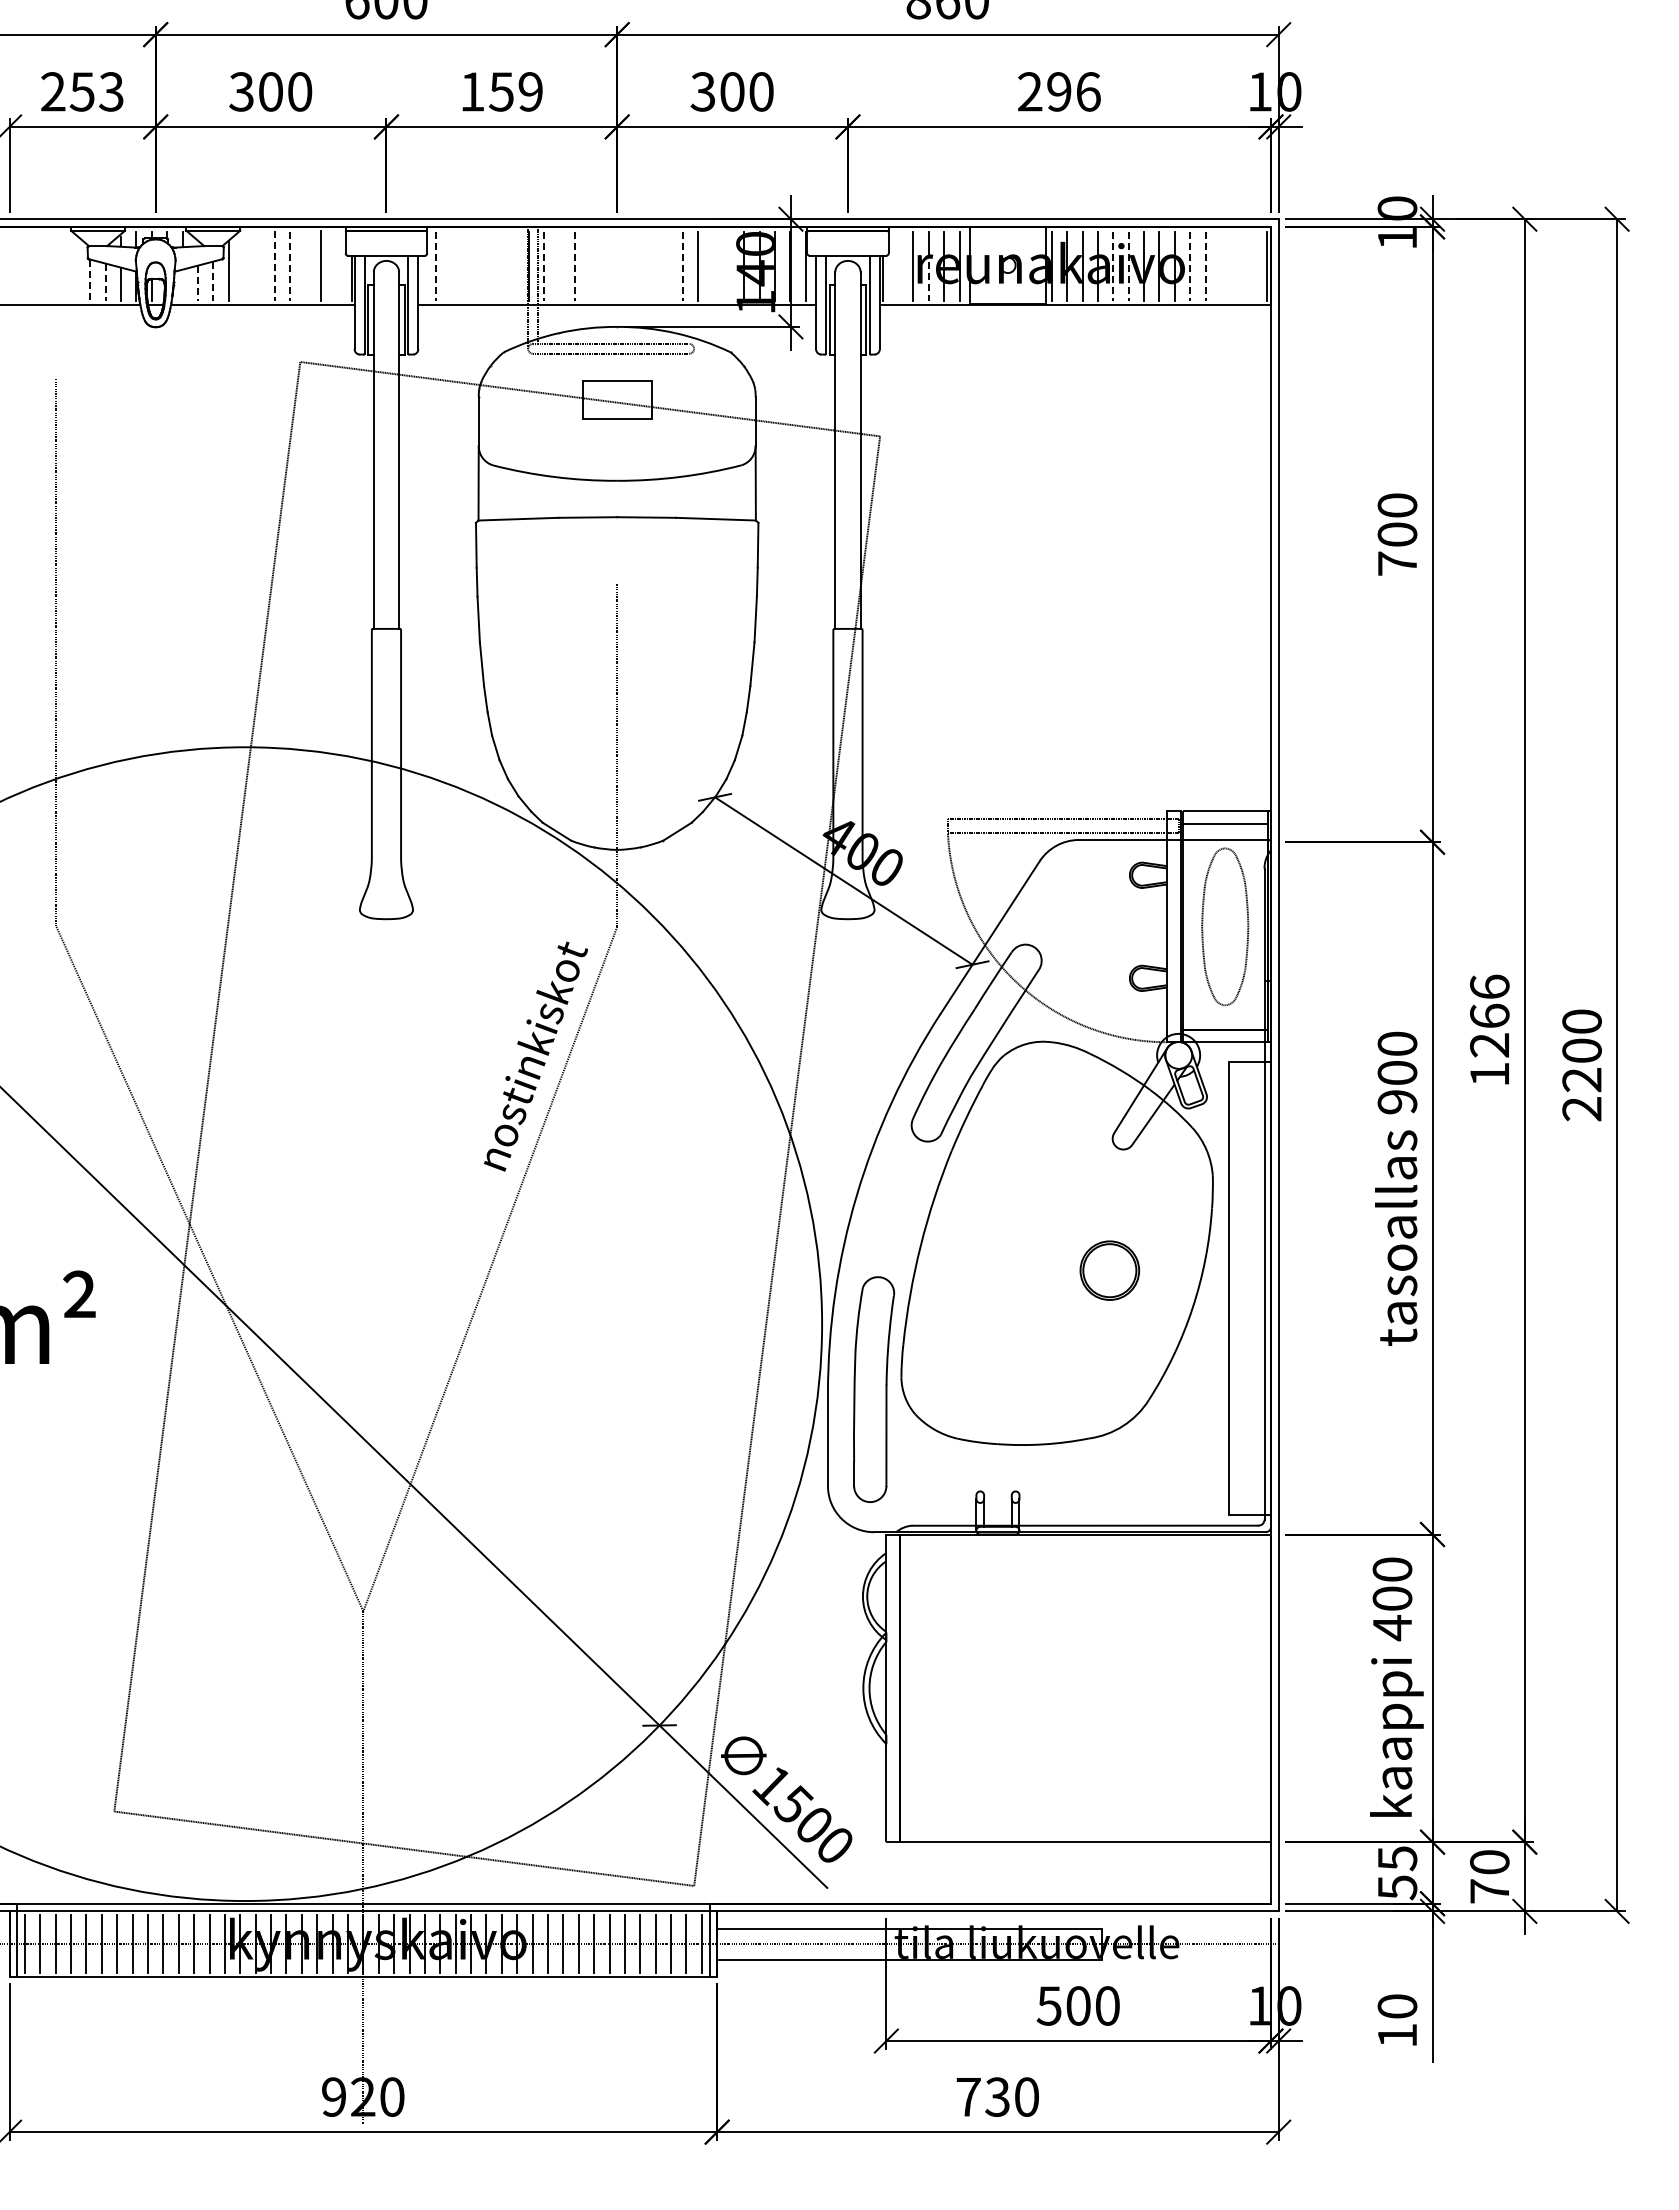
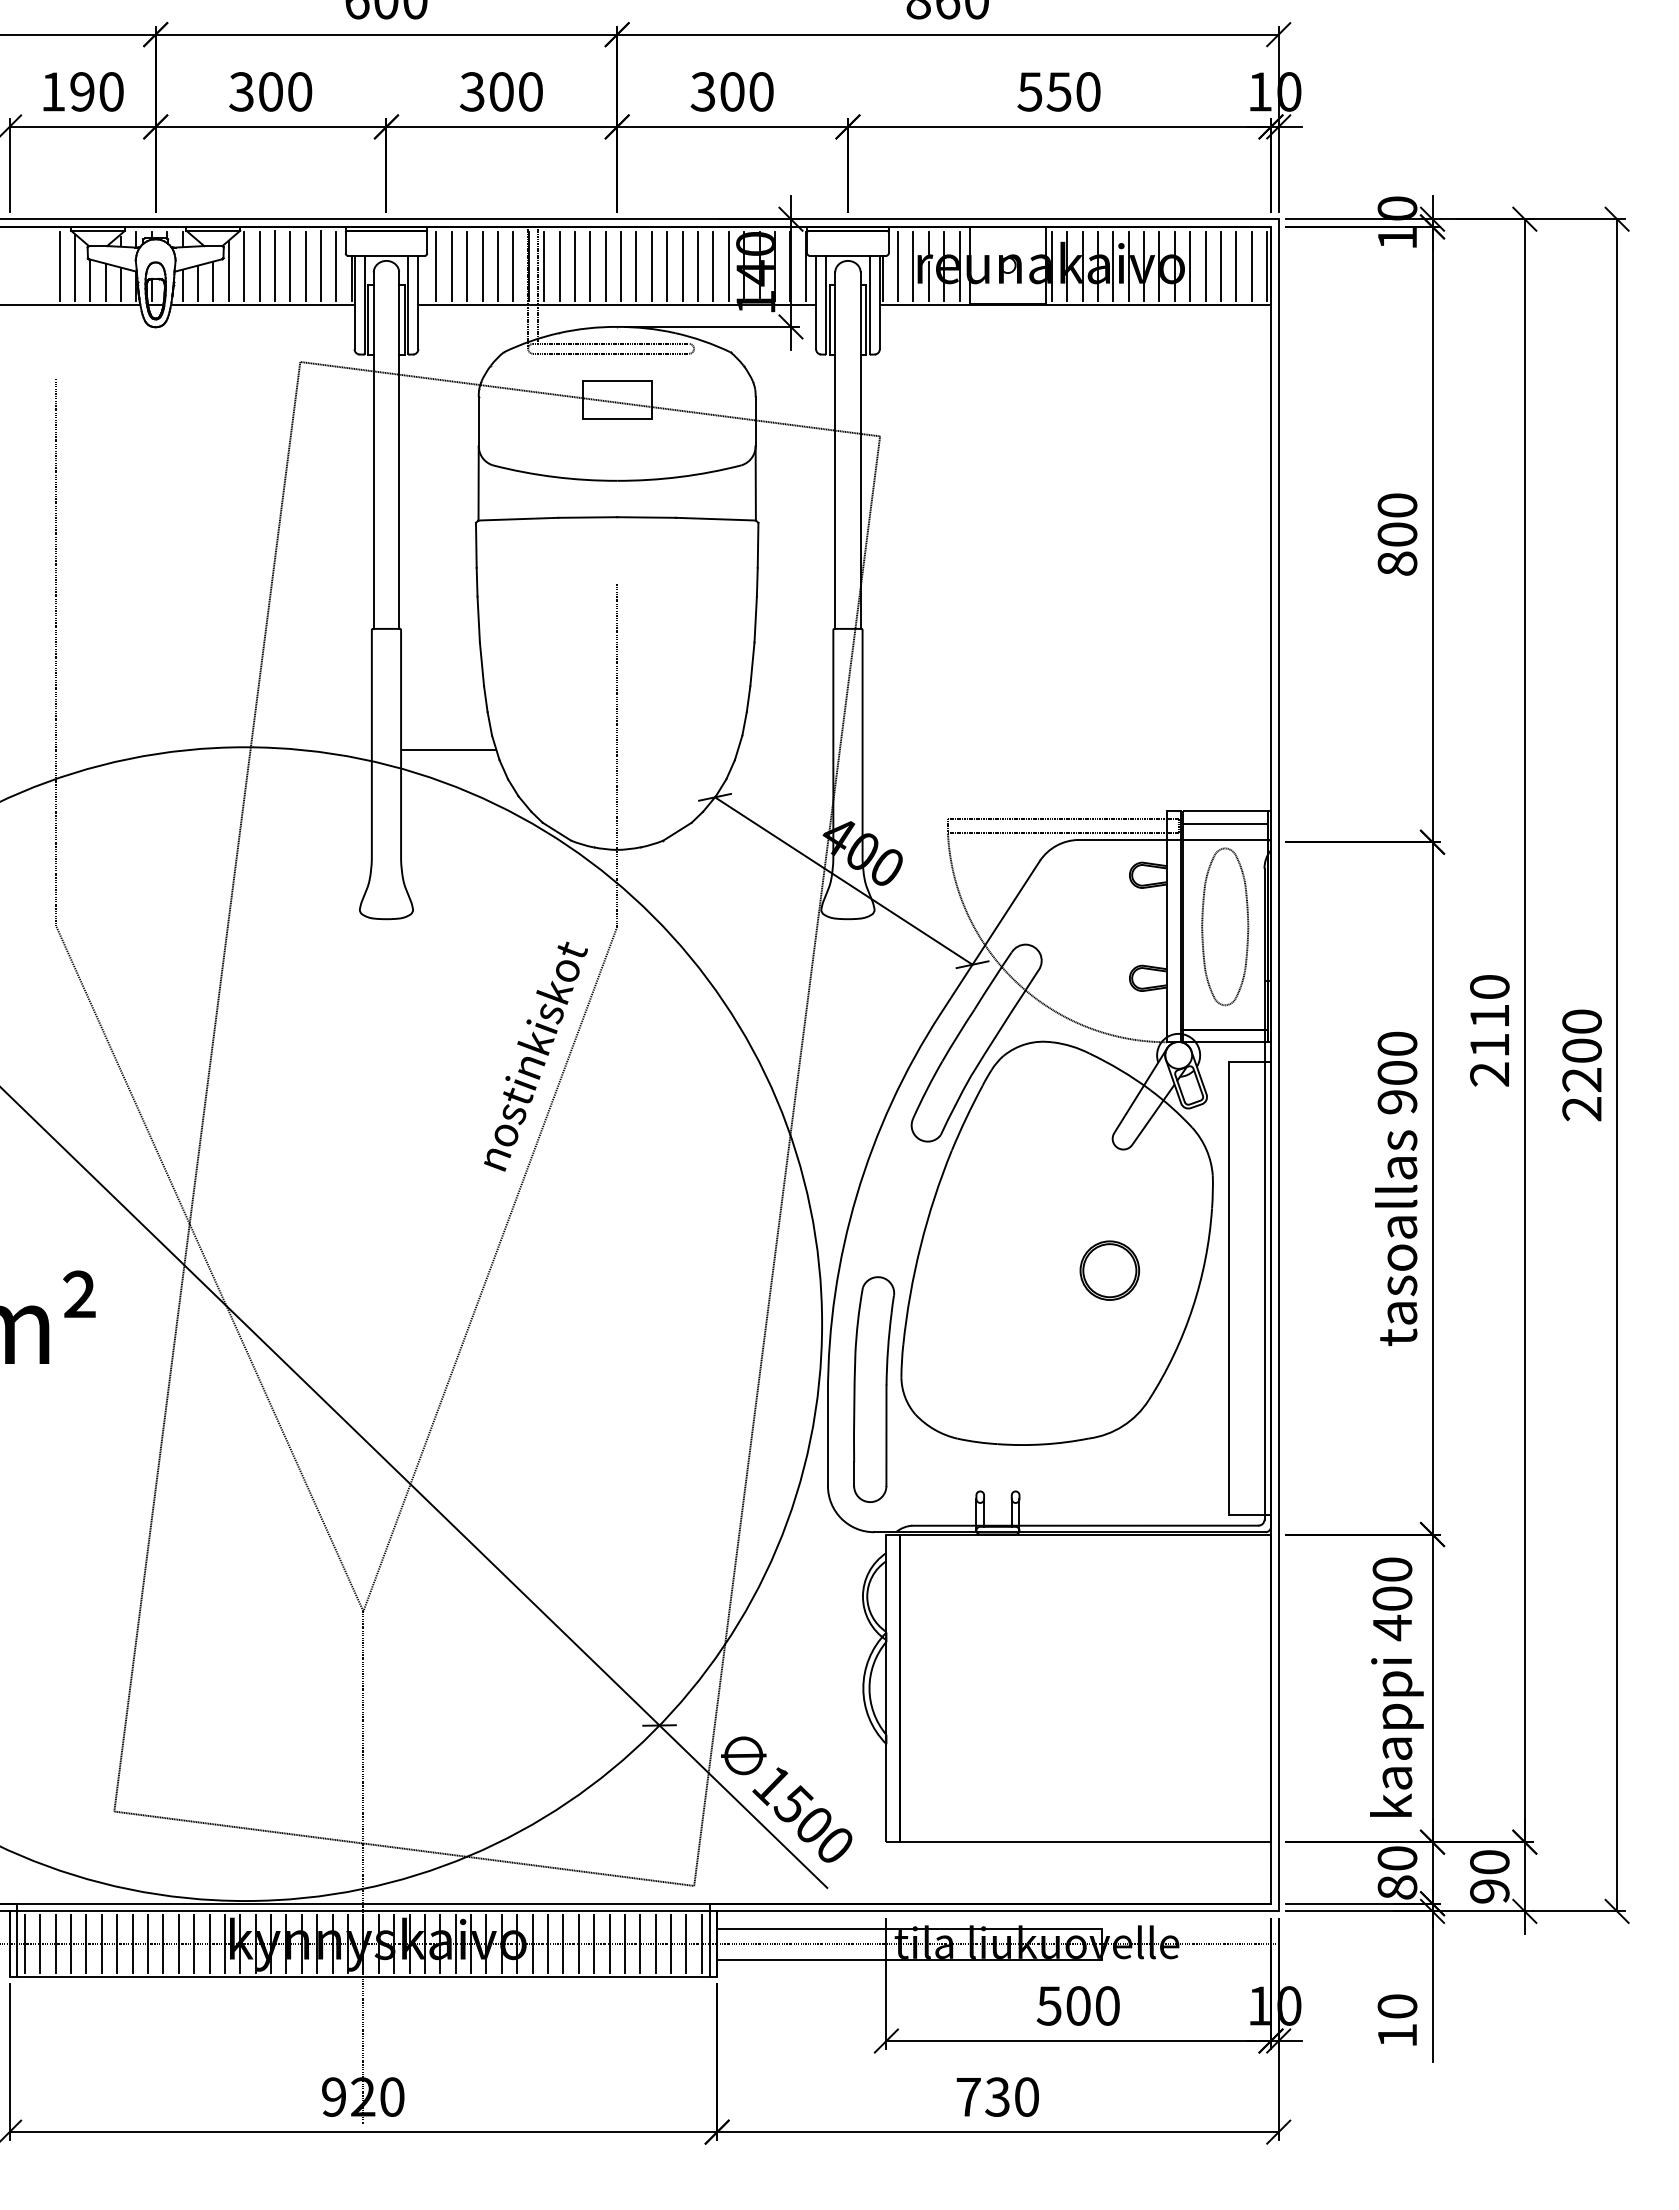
text at (82, 91): 253 -> 190
text at (500, 91): 159 -> 300
text at (1058, 91): 296 -> 550
line at (59, 265): none -> present
line at (244, 265): none -> present
line at (259, 265): none -> present
line at (274, 265): dashed -> solid
line at (305, 265): none -> present
line at (336, 265): none -> present
line at (451, 265): none -> present
line at (467, 265): none -> present
line at (482, 265): none -> present
line at (497, 265): none -> present
line at (513, 265): none -> present
line at (559, 265): none -> present
line at (590, 265): none -> present
line at (605, 265): none -> present
line at (621, 265): none -> present
line at (636, 265): none -> present
line at (651, 265): none -> present
line at (667, 265): none -> present
line at (713, 265): none -> present
line at (728, 265): none -> present
line at (897, 265): none -> present
line at (1221, 265): none -> present
line at (1236, 265): none -> present
line at (1251, 265): none -> present
line at (290, 266): dashed -> solid
line at (436, 266): dashed -> solid
line at (544, 266): dashed -> solid
line at (574, 266): dashed -> solid
line at (682, 266): dashed -> solid
line at (1113, 266): dashed -> solid
line at (1128, 266): dashed -> solid
line at (1190, 266): dashed -> solid
line at (1205, 266): dashed -> solid
line at (74, 267): none -> present
line at (90, 280): dashed -> solid
line at (213, 281): dashed -> solid
line at (928, 281): dashed -> solid
line at (105, 282): dashed -> solid
line at (198, 283): dashed -> solid
line at (182, 284): none -> present
text at (1397, 563): 700 -> 800
line at (449, 749): none -> present
text at (1489, 1030): 1266 -> 2110
text at (1397, 1873): 55 -> 80
text at (1489, 1891): 70 -> 90
